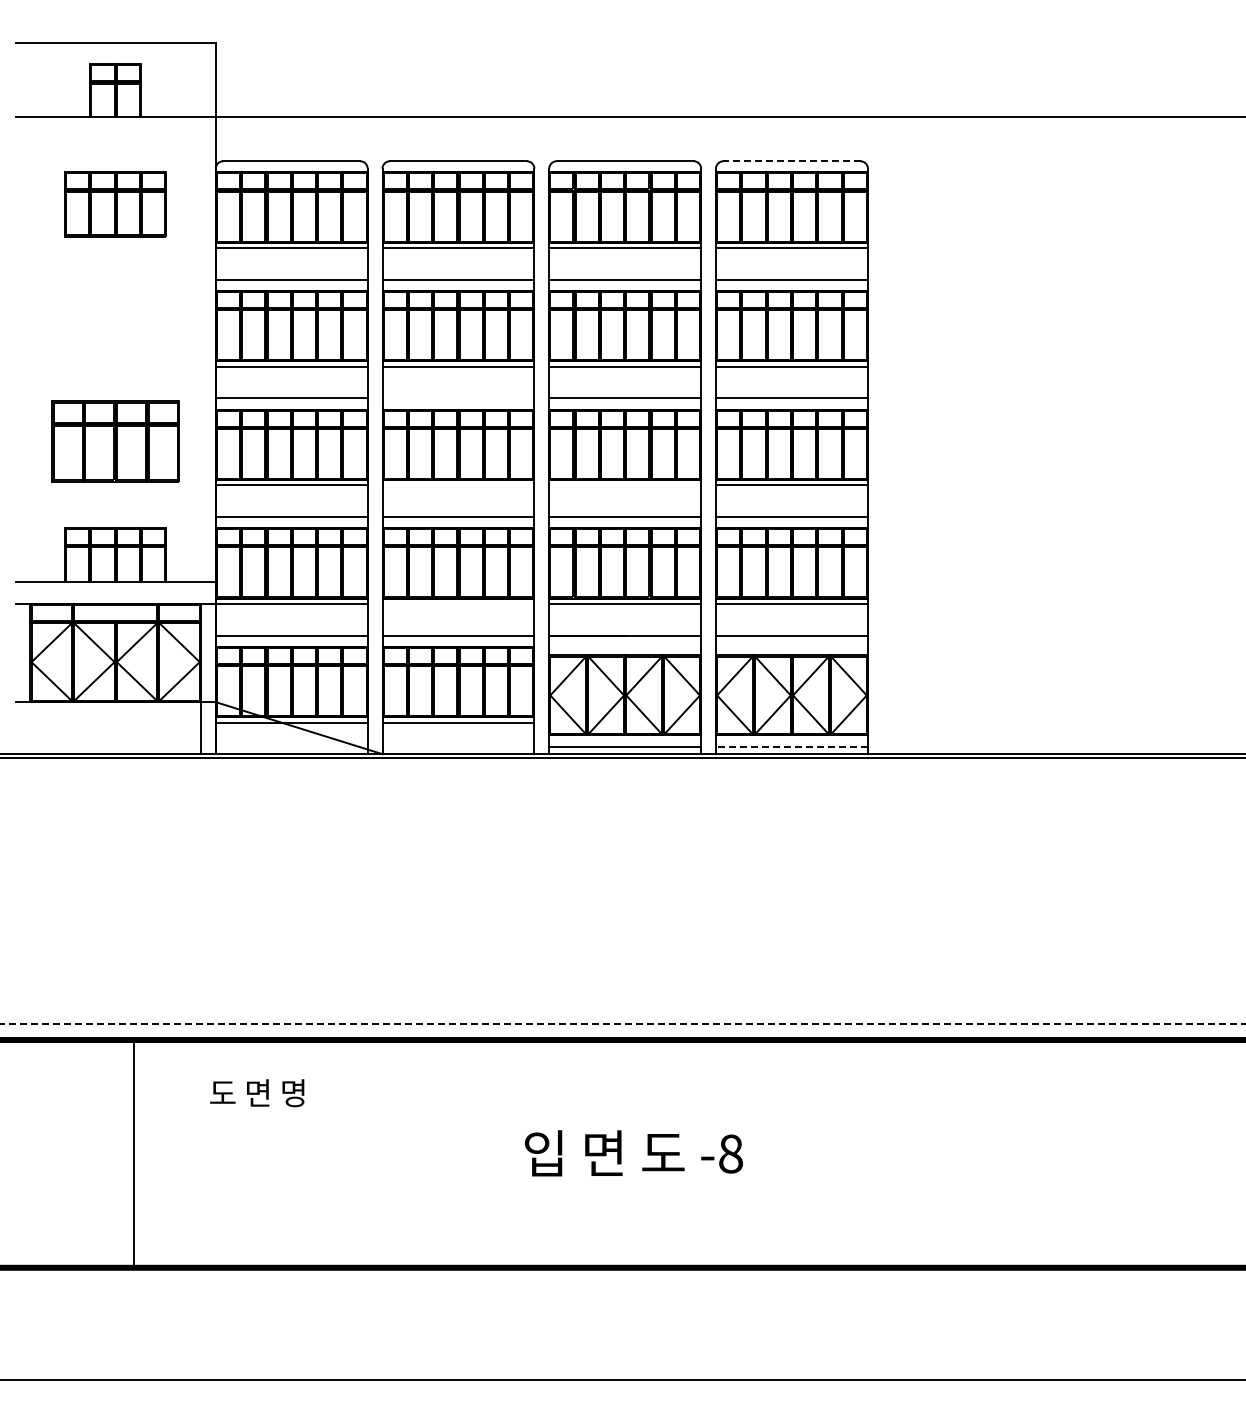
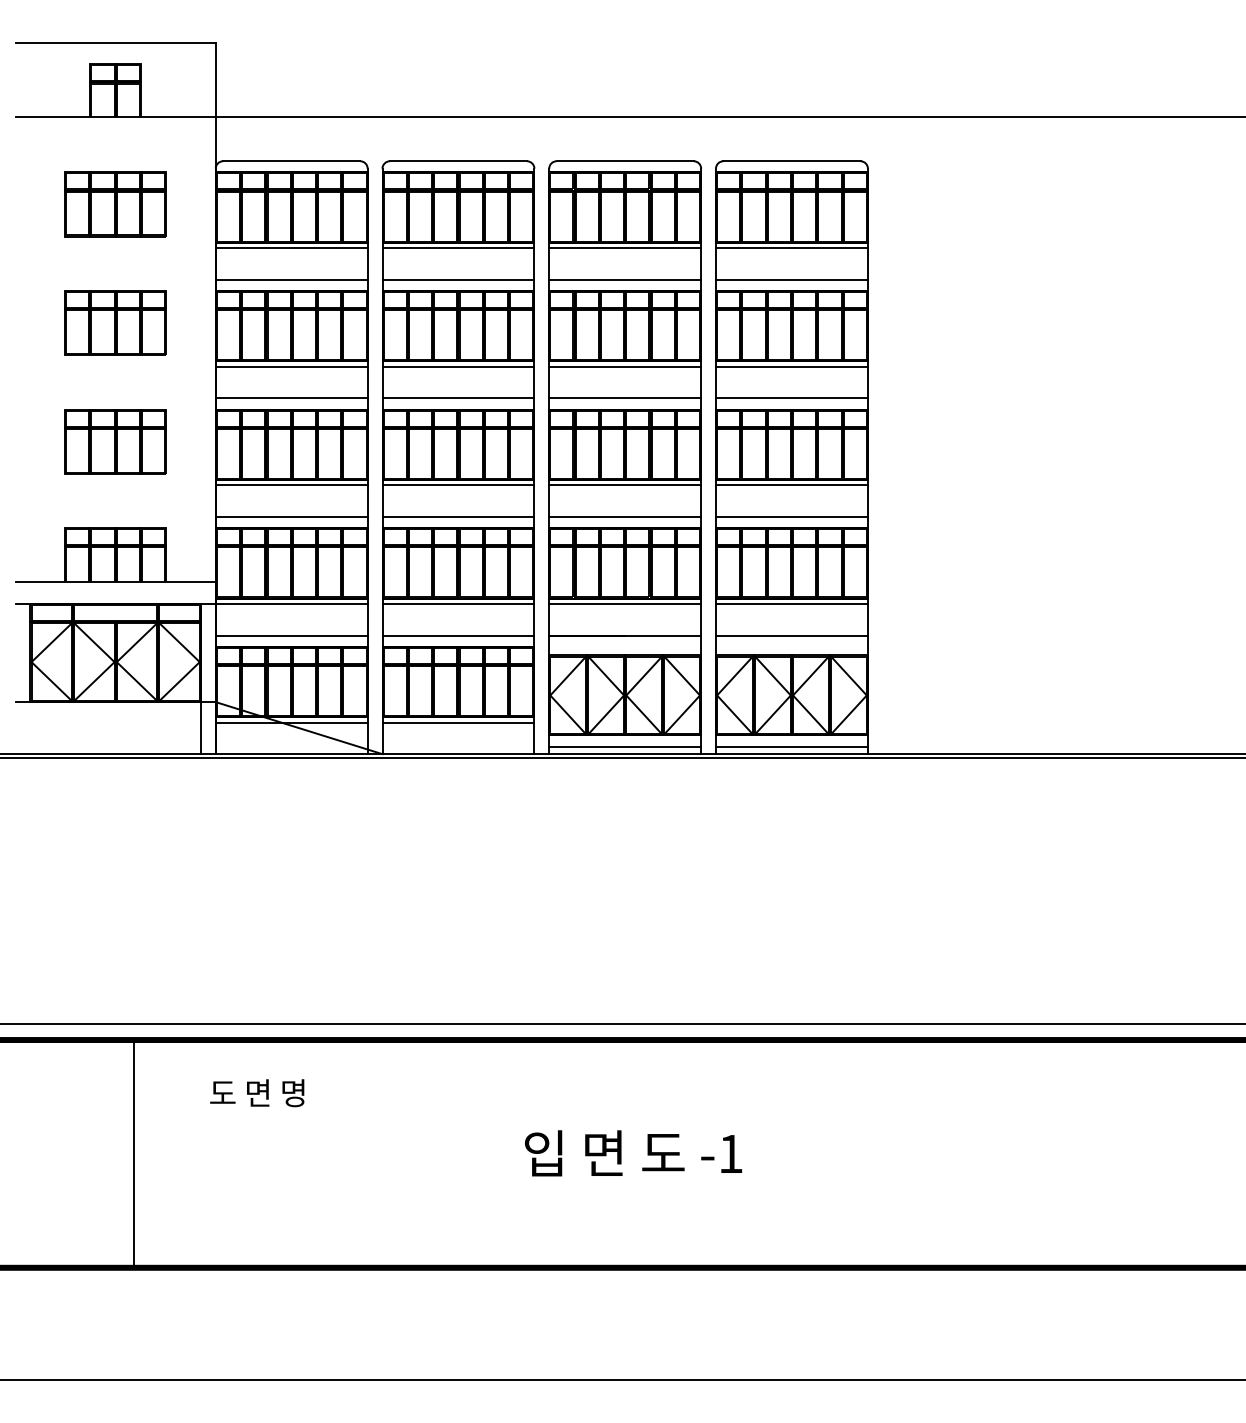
line at (791, 161): dashed -> solid
part at (115, 322): none -> present
line at (458, 398): none -> present
part at (115, 441) size: 129x83 px -> 103x66 px
line at (458, 485): none -> present
line at (625, 485): none -> present
line at (458, 604): none -> present
line at (791, 746): dashed -> solid
line at (623, 1023): dashed -> solid
text at (730, 1153): -8 -> -1
